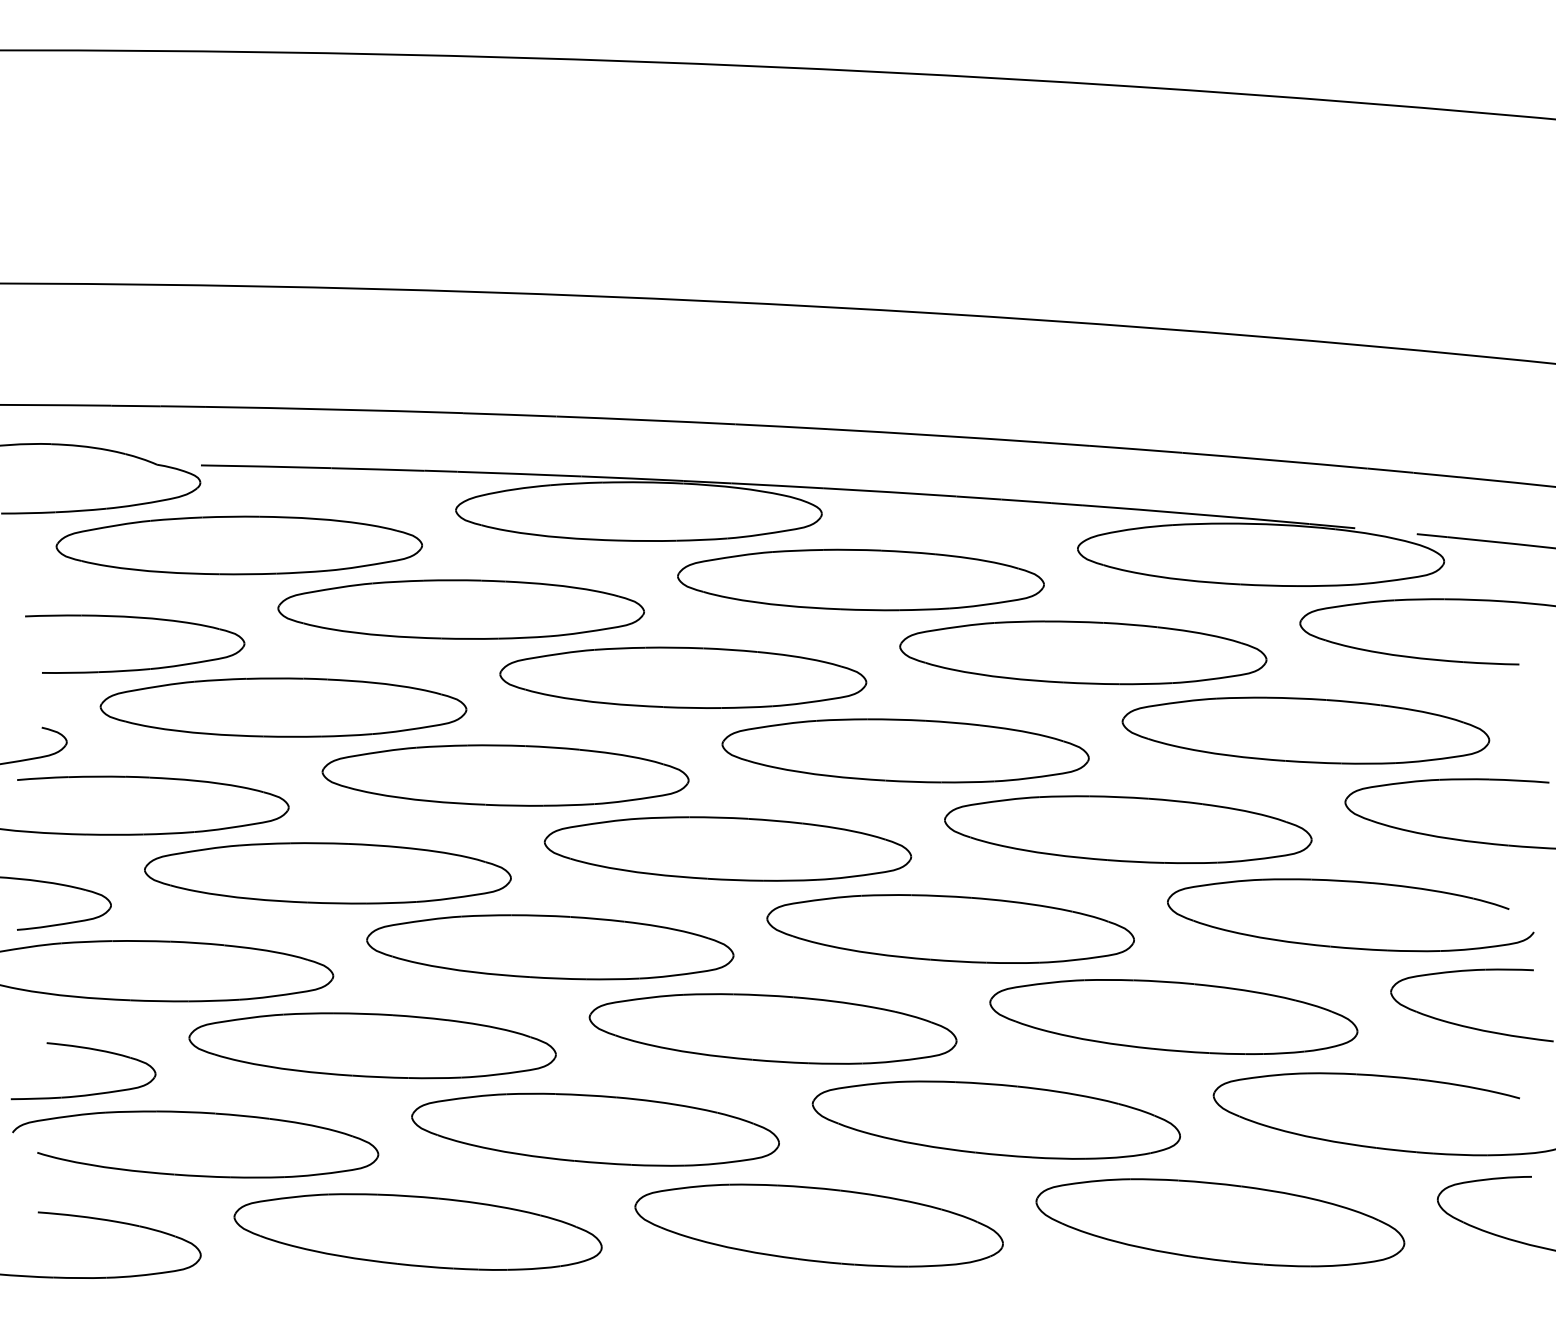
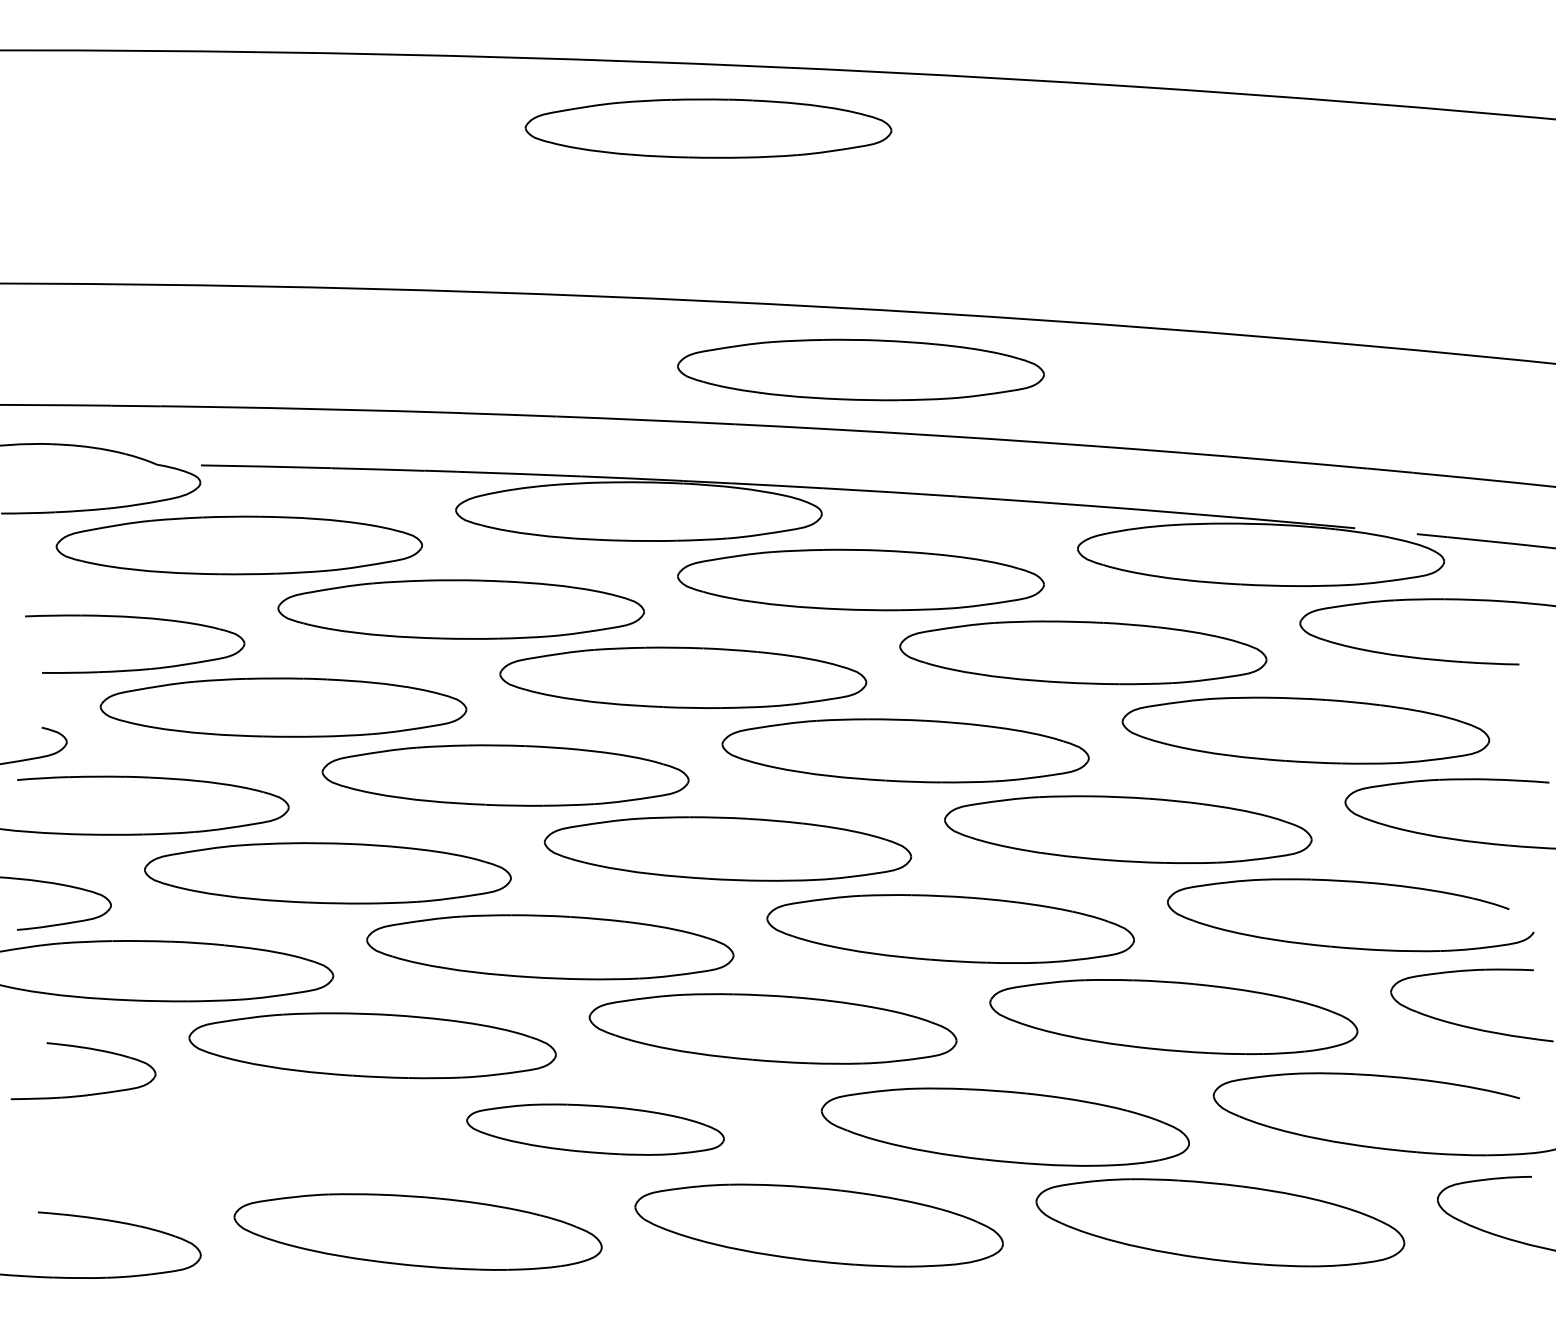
part at (708, 128): none -> present
part at (860, 369): none -> present
part at (995, 1119) position: (995, 1119) -> (1004, 1126)
part at (595, 1129) size: 369x75 px -> 259x53 px
part at (193, 1174): present -> none
